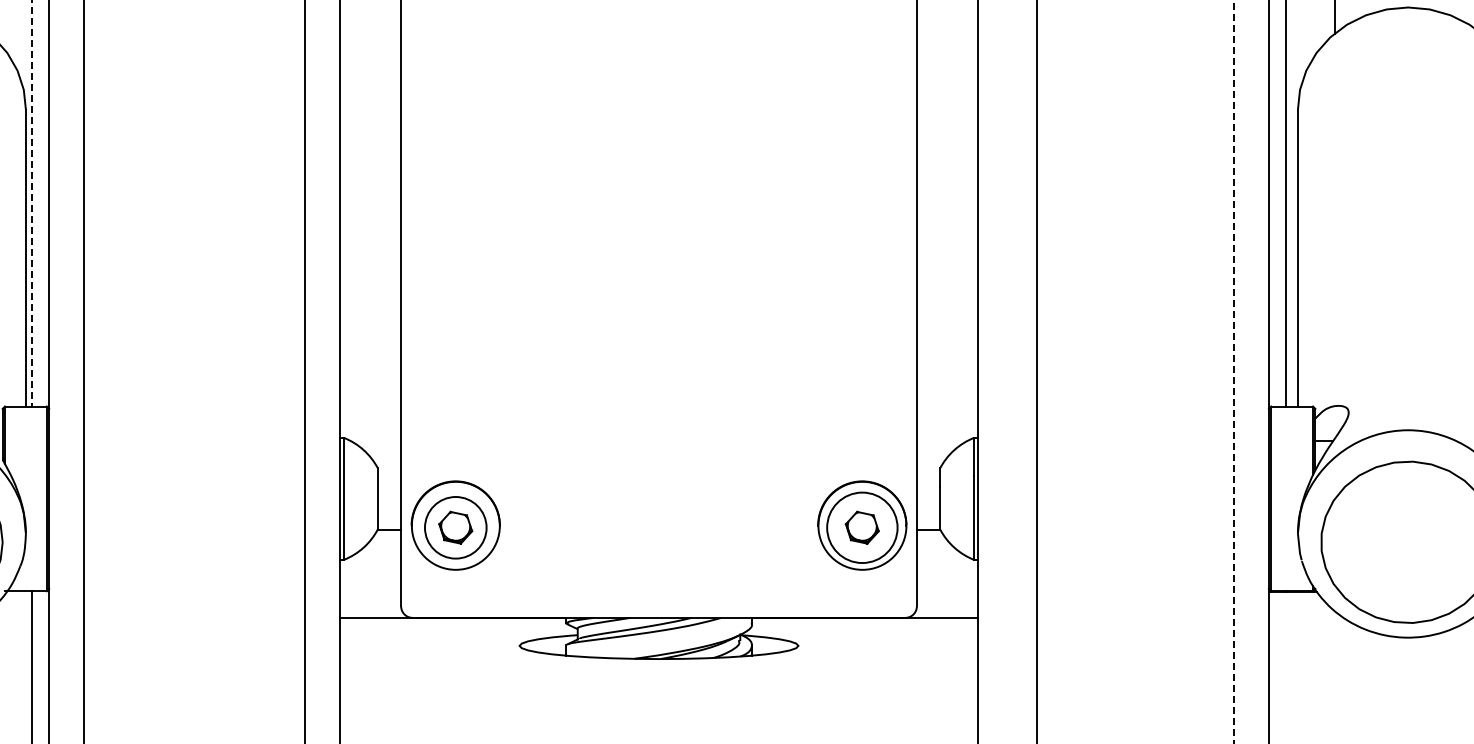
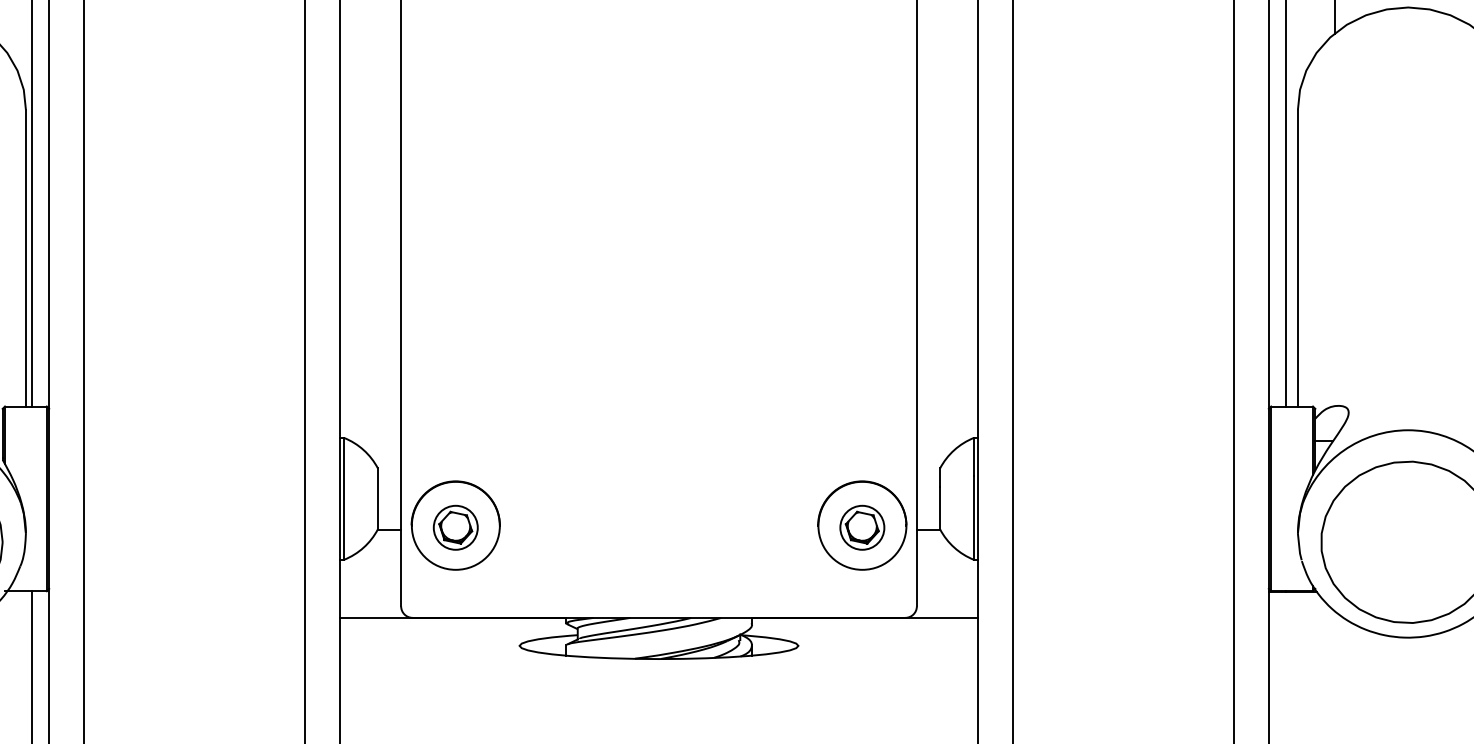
line at (31, 203): dashed -> solid
line at (1037, 371) position: (1037, 371) -> (1013, 371)
line at (1234, 371): dashed -> solid
circle at (455, 527) diameter: 62 px -> 44 px
circle at (862, 527) diameter: 70 px -> 44 px
